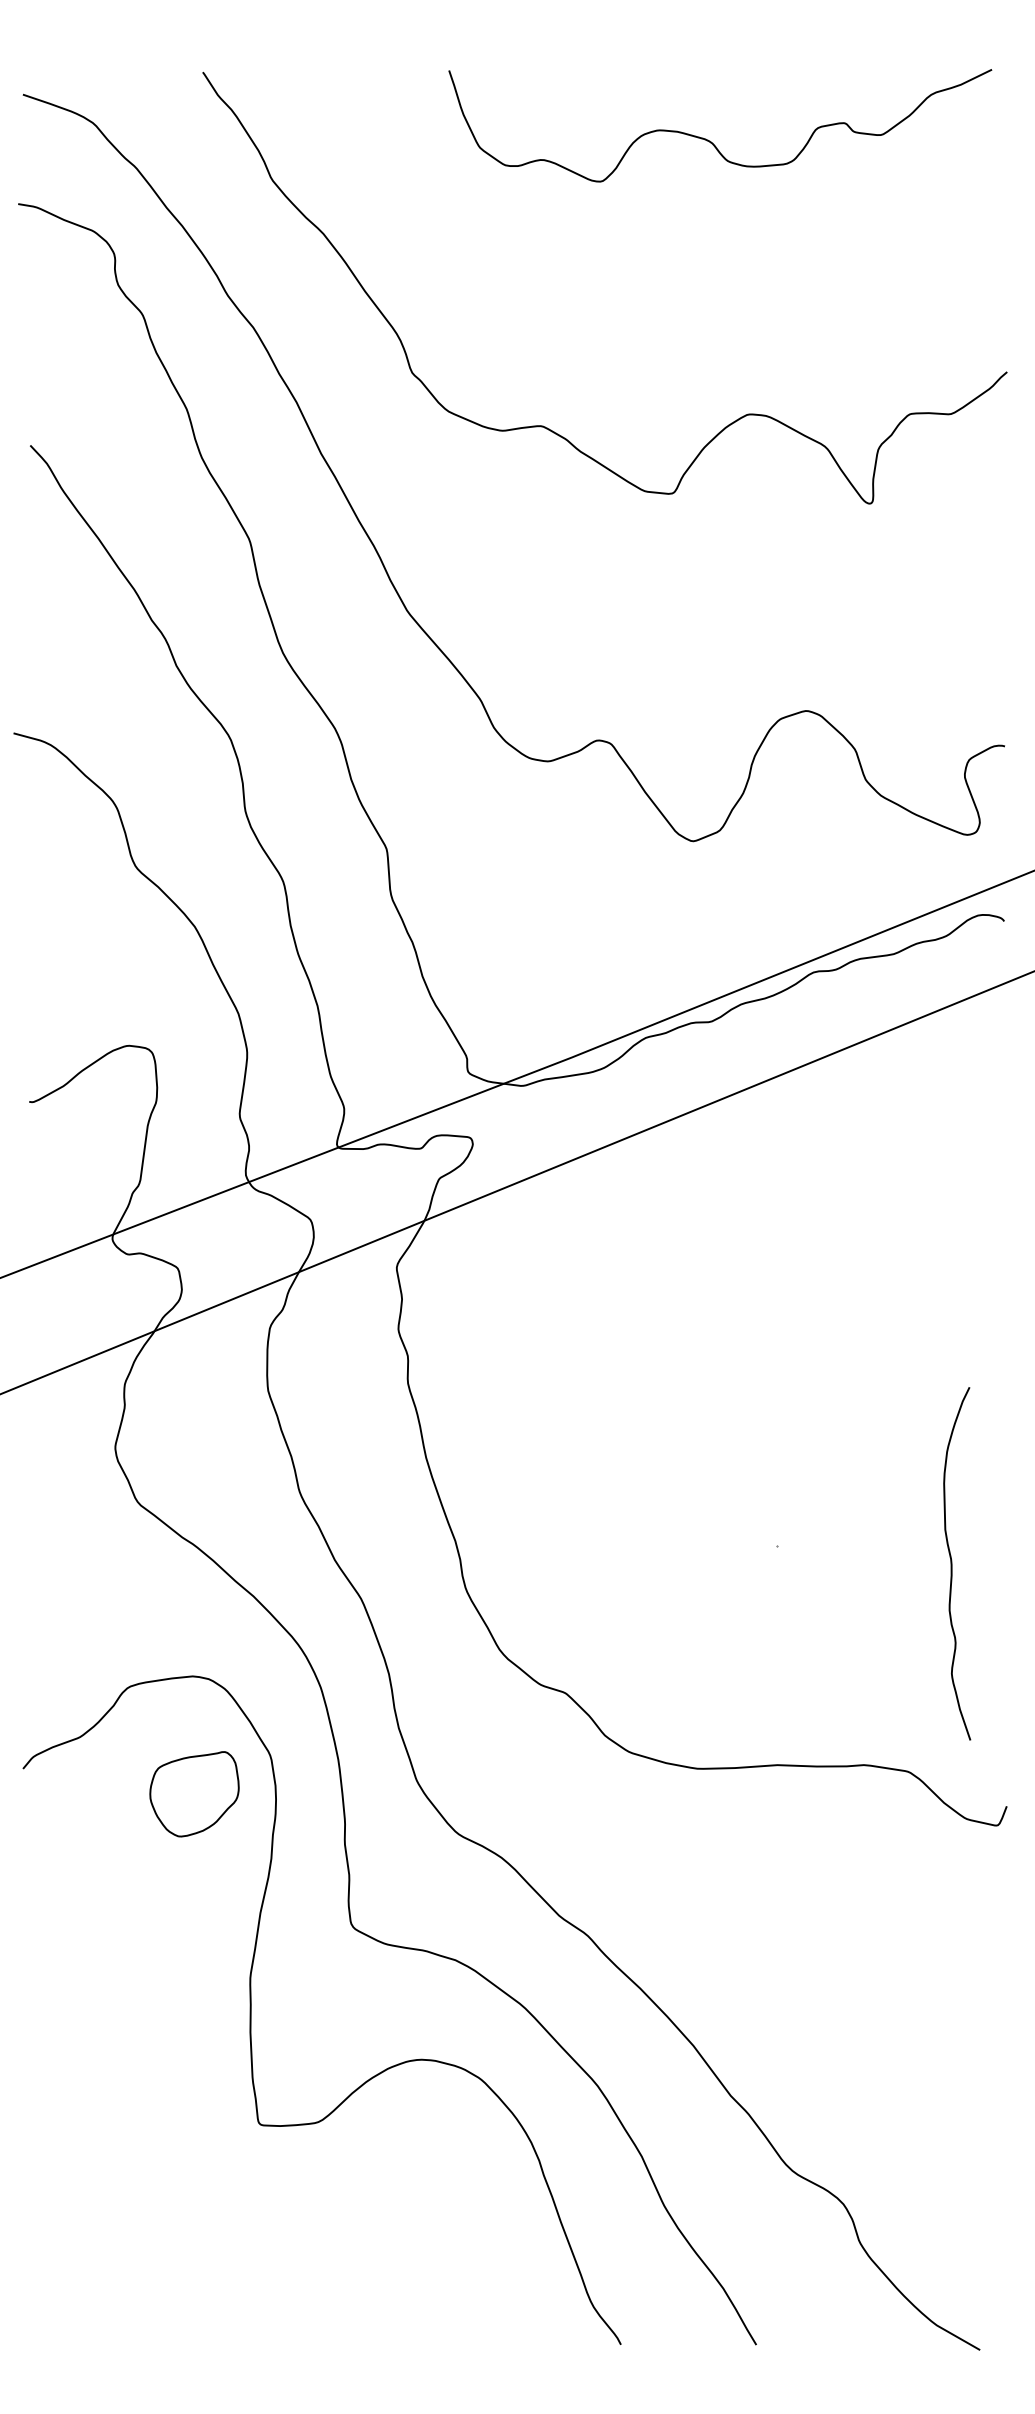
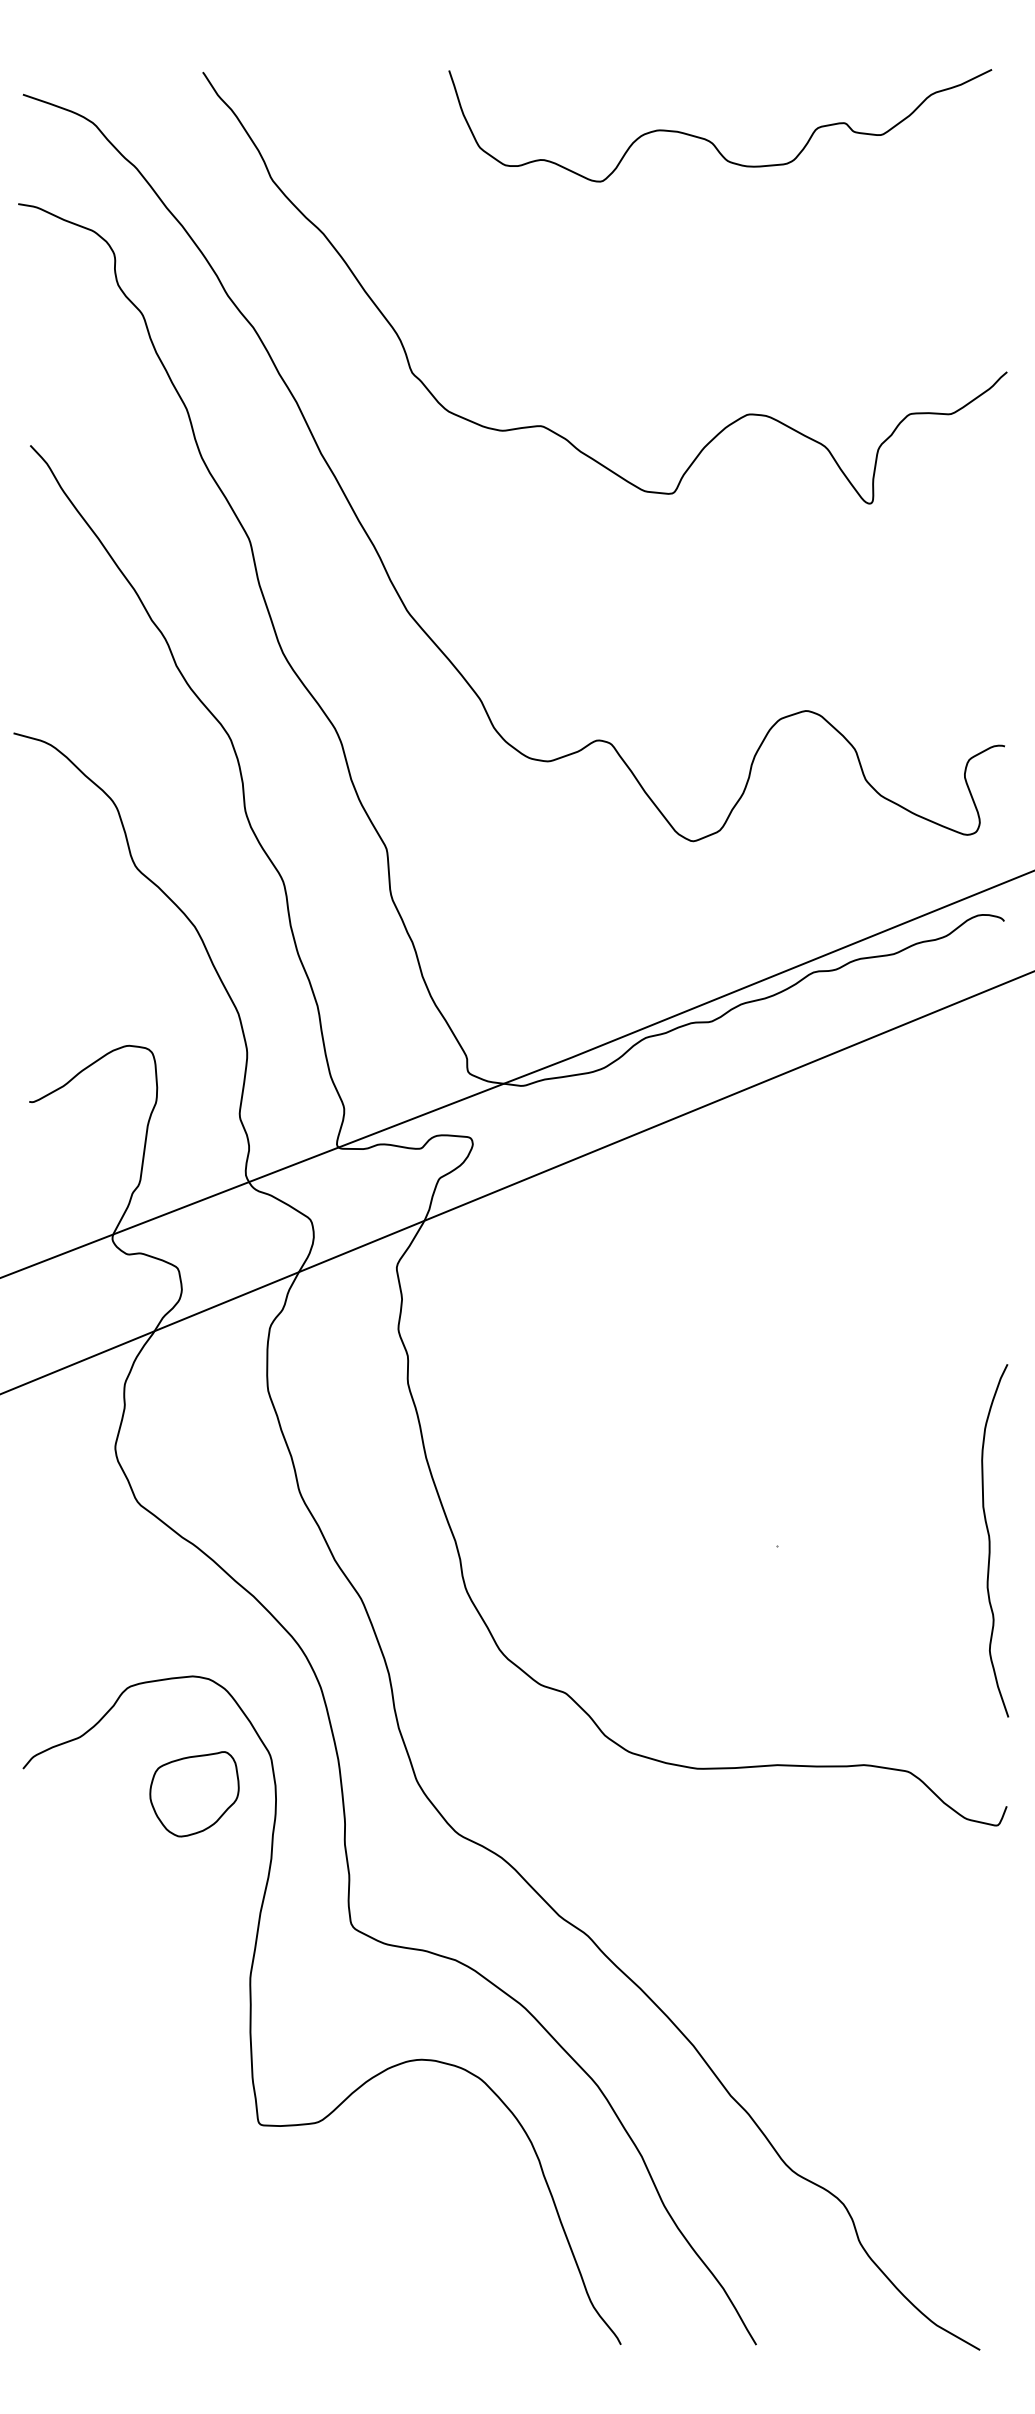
curve at (952, 1563) position: (952, 1563) -> (990, 1540)
